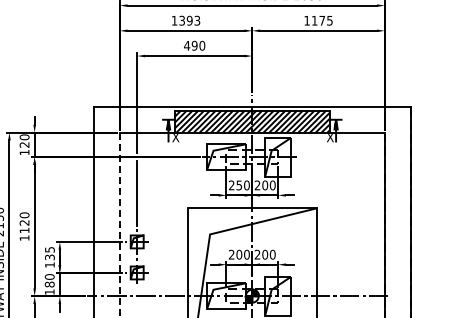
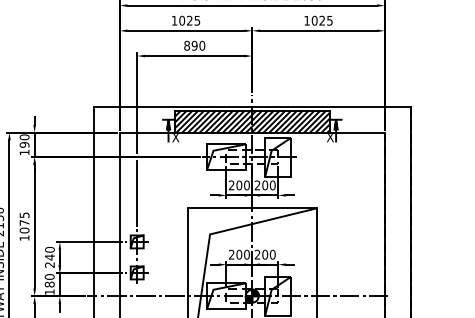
text at (189, 20): 1393 -> 1025
text at (318, 20): 1175 -> 1025
text at (187, 45): 490 -> 890
text at (24, 144): 120 -> 190
text at (239, 185): 250 -> 200
text at (24, 222): 1120 -> 1075
line at (119, 225): dashed -> solid
text at (49, 256): 135 -> 240
